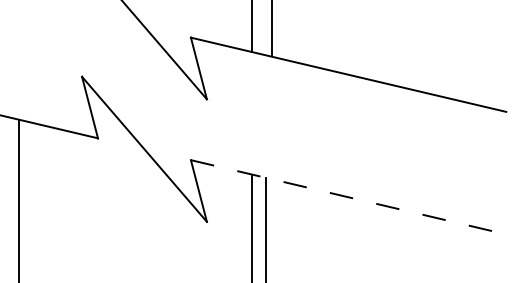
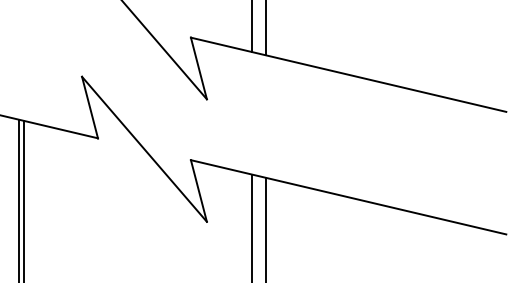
line at (272, 28) position: (272, 28) -> (266, 28)
line at (348, 197): dashed -> solid
line at (23, 199): none -> present
